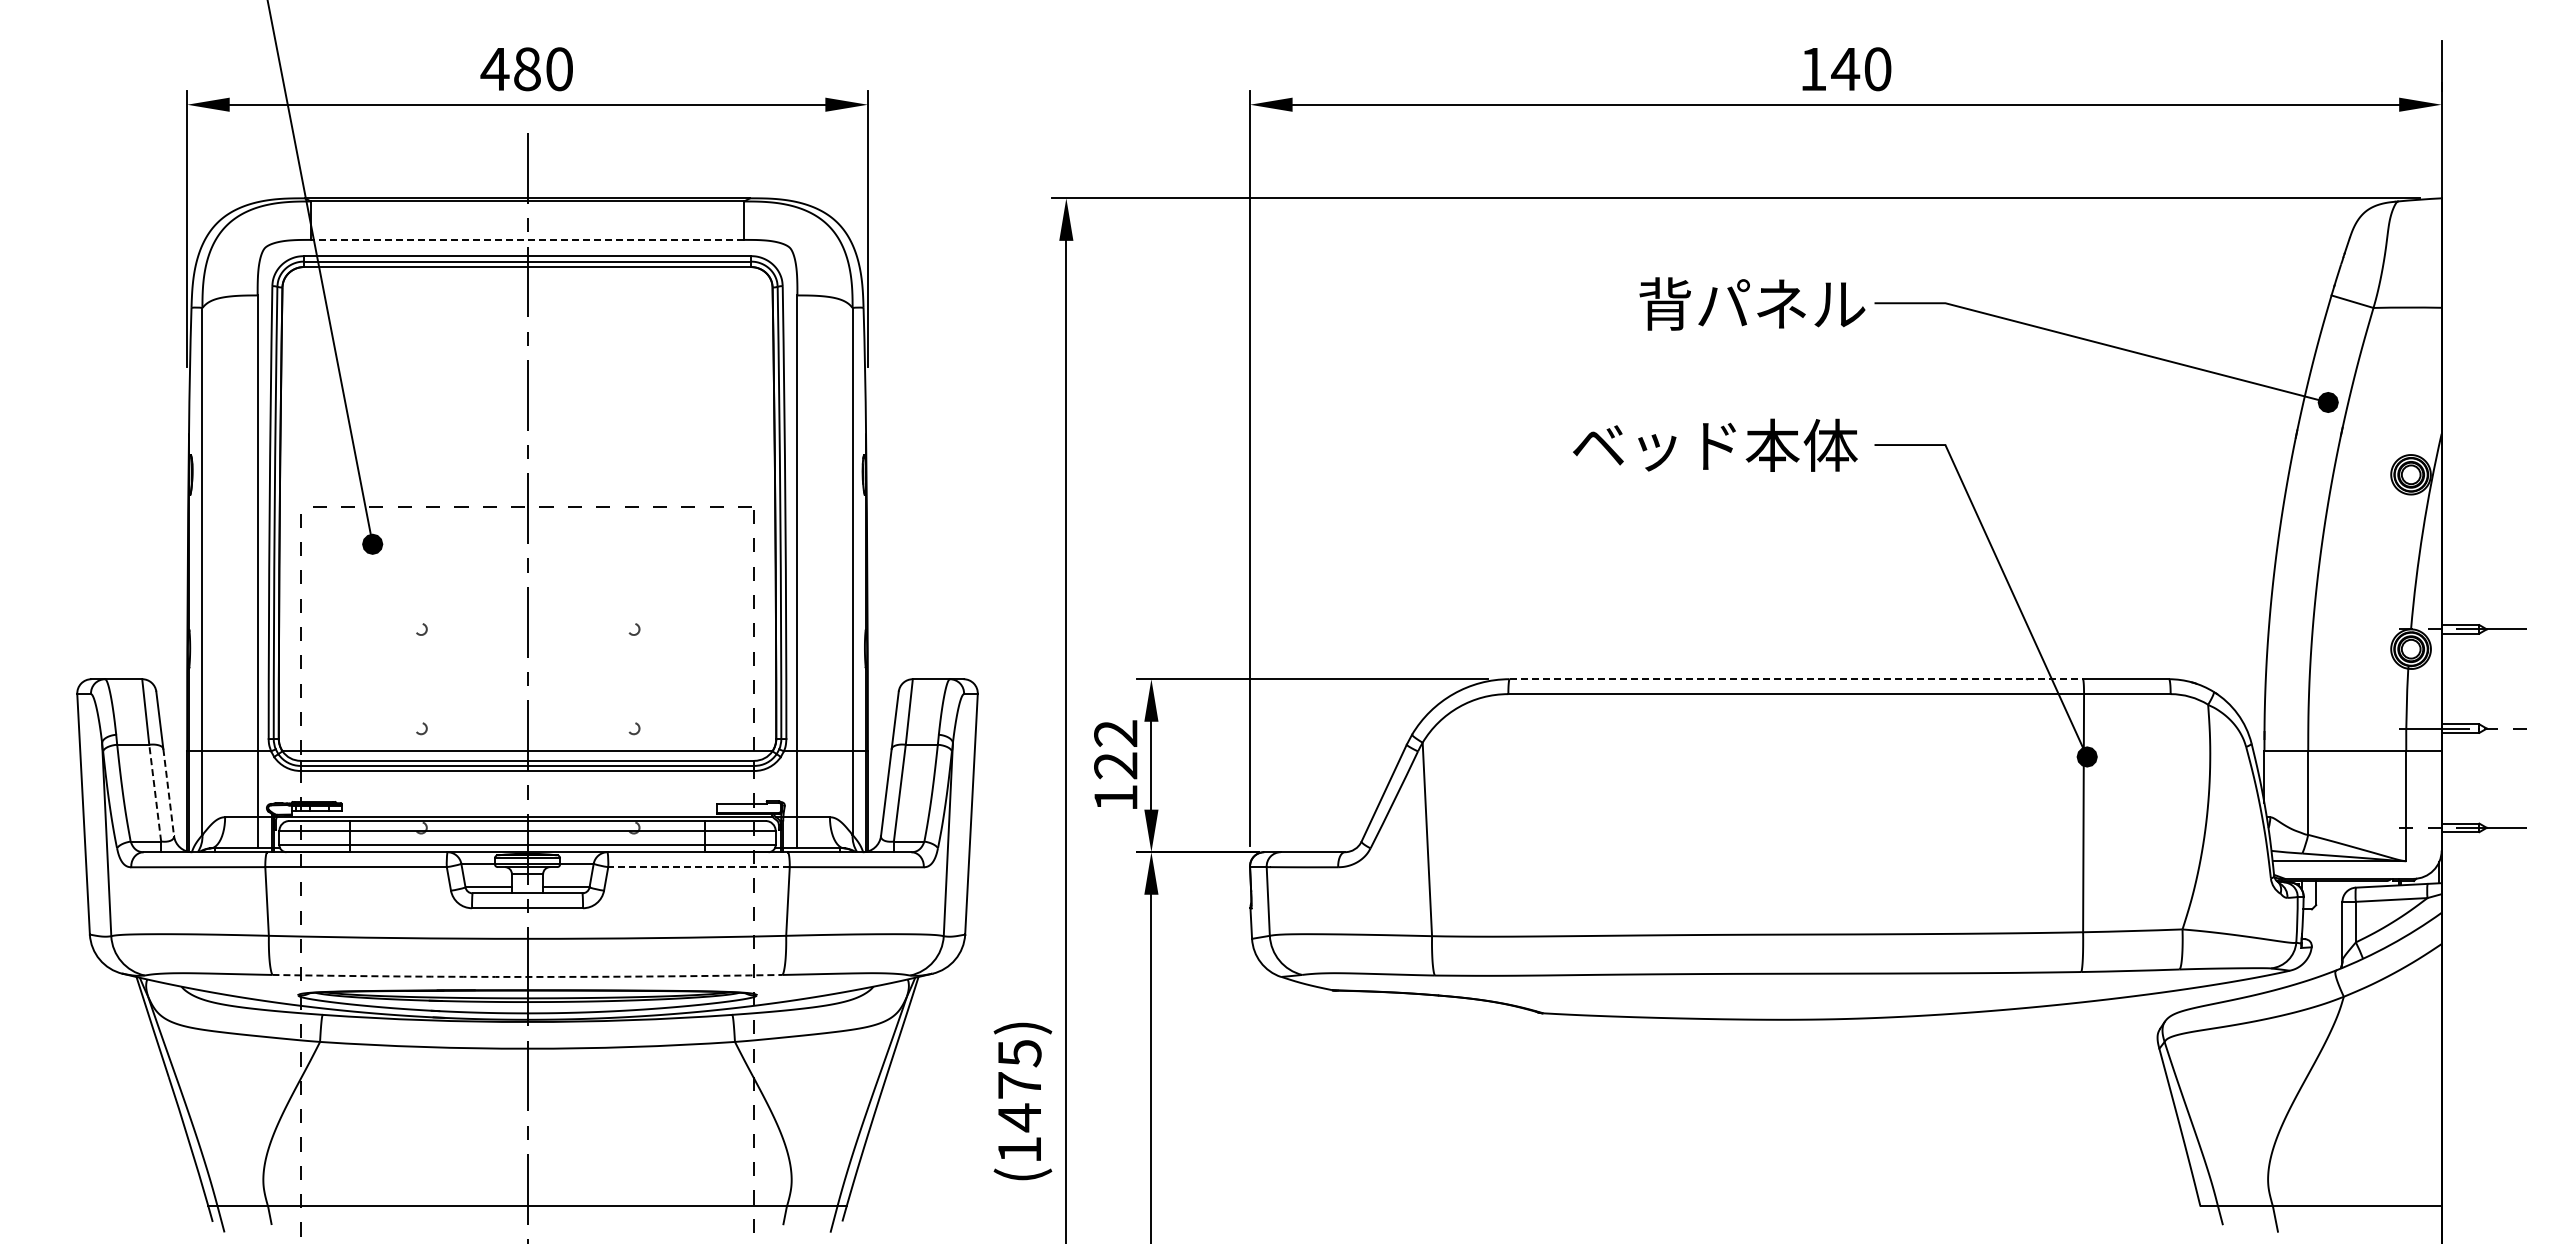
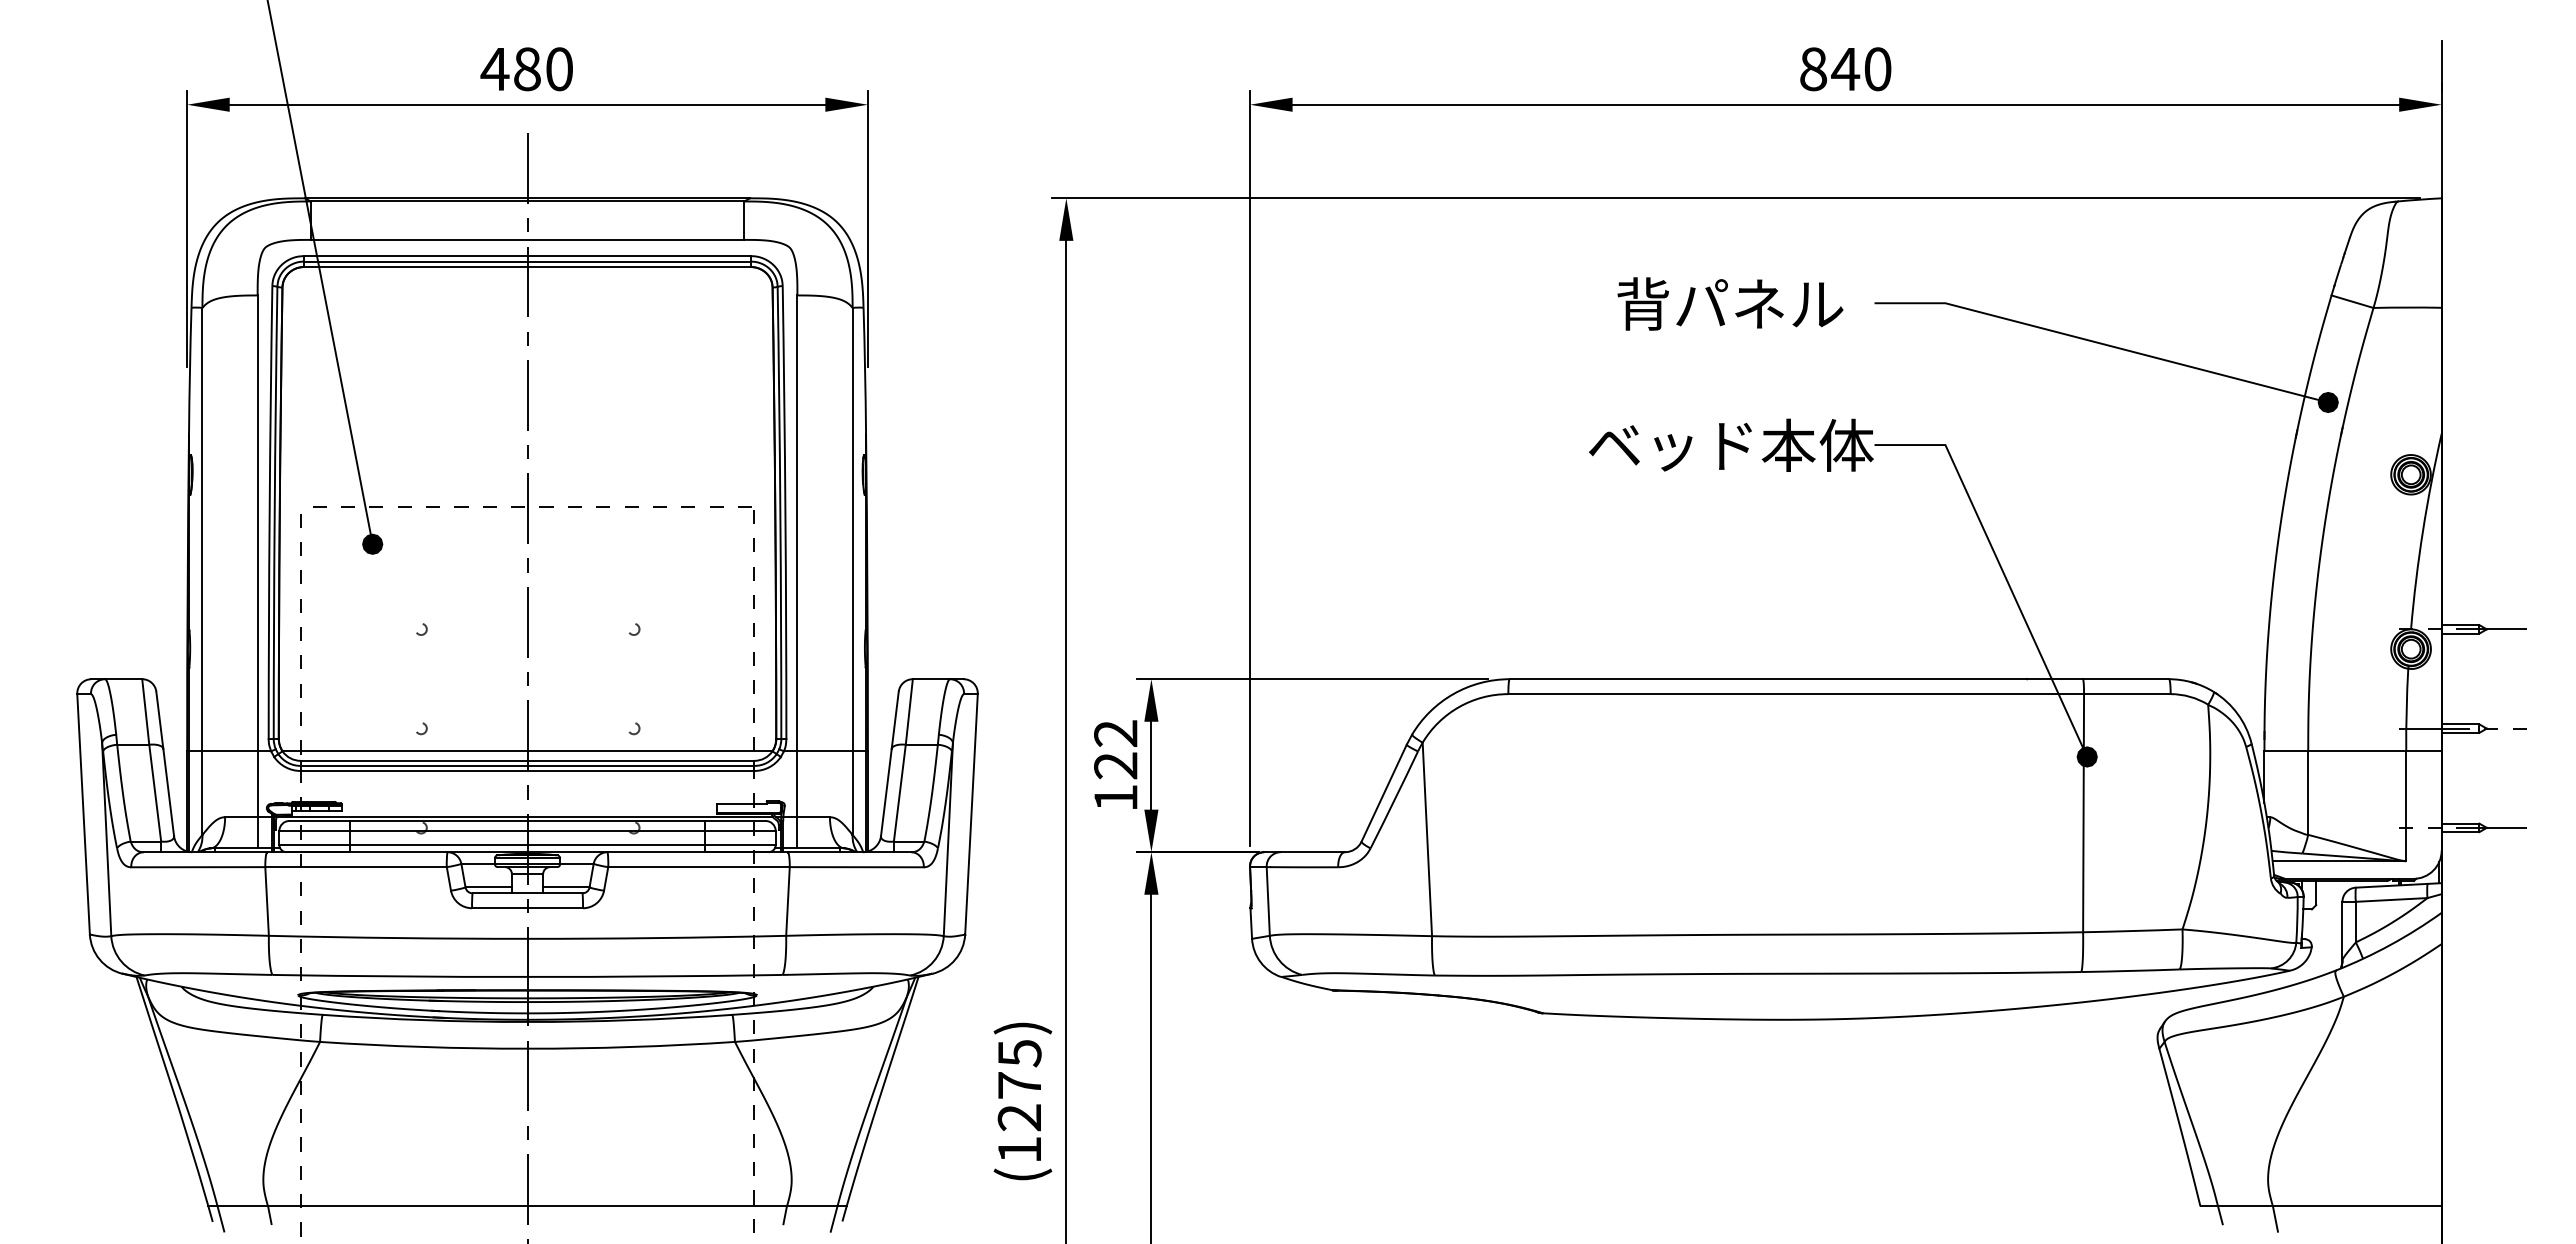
text at (1813, 69): 140 -> 840
line at (527, 239): dashed -> solid
text at (1752, 303) position: (1752, 303) -> (1730, 303)
text at (1715, 444) position: (1715, 444) -> (1731, 444)
line at (1796, 679): dashed -> solid
line at (168, 792): dashed -> solid
line at (155, 793): dashed -> solid
line at (699, 867): dashed -> solid
arc at (527, 976): dashed -> solid
text at (1018, 1117): (1475) -> (1275)
